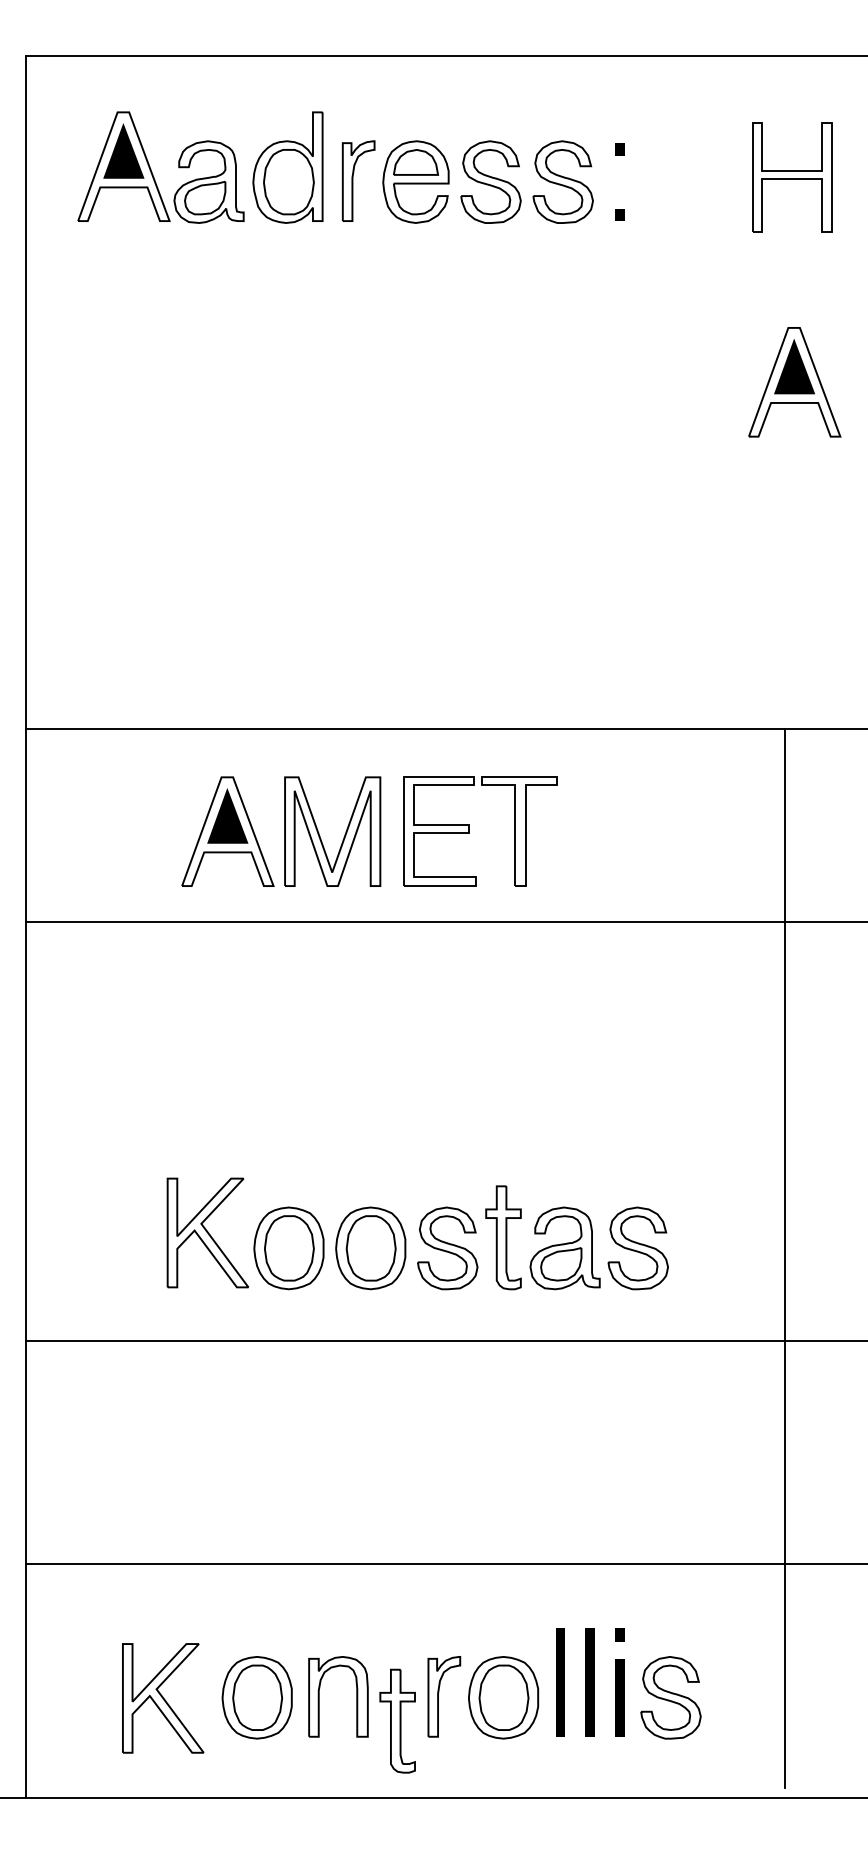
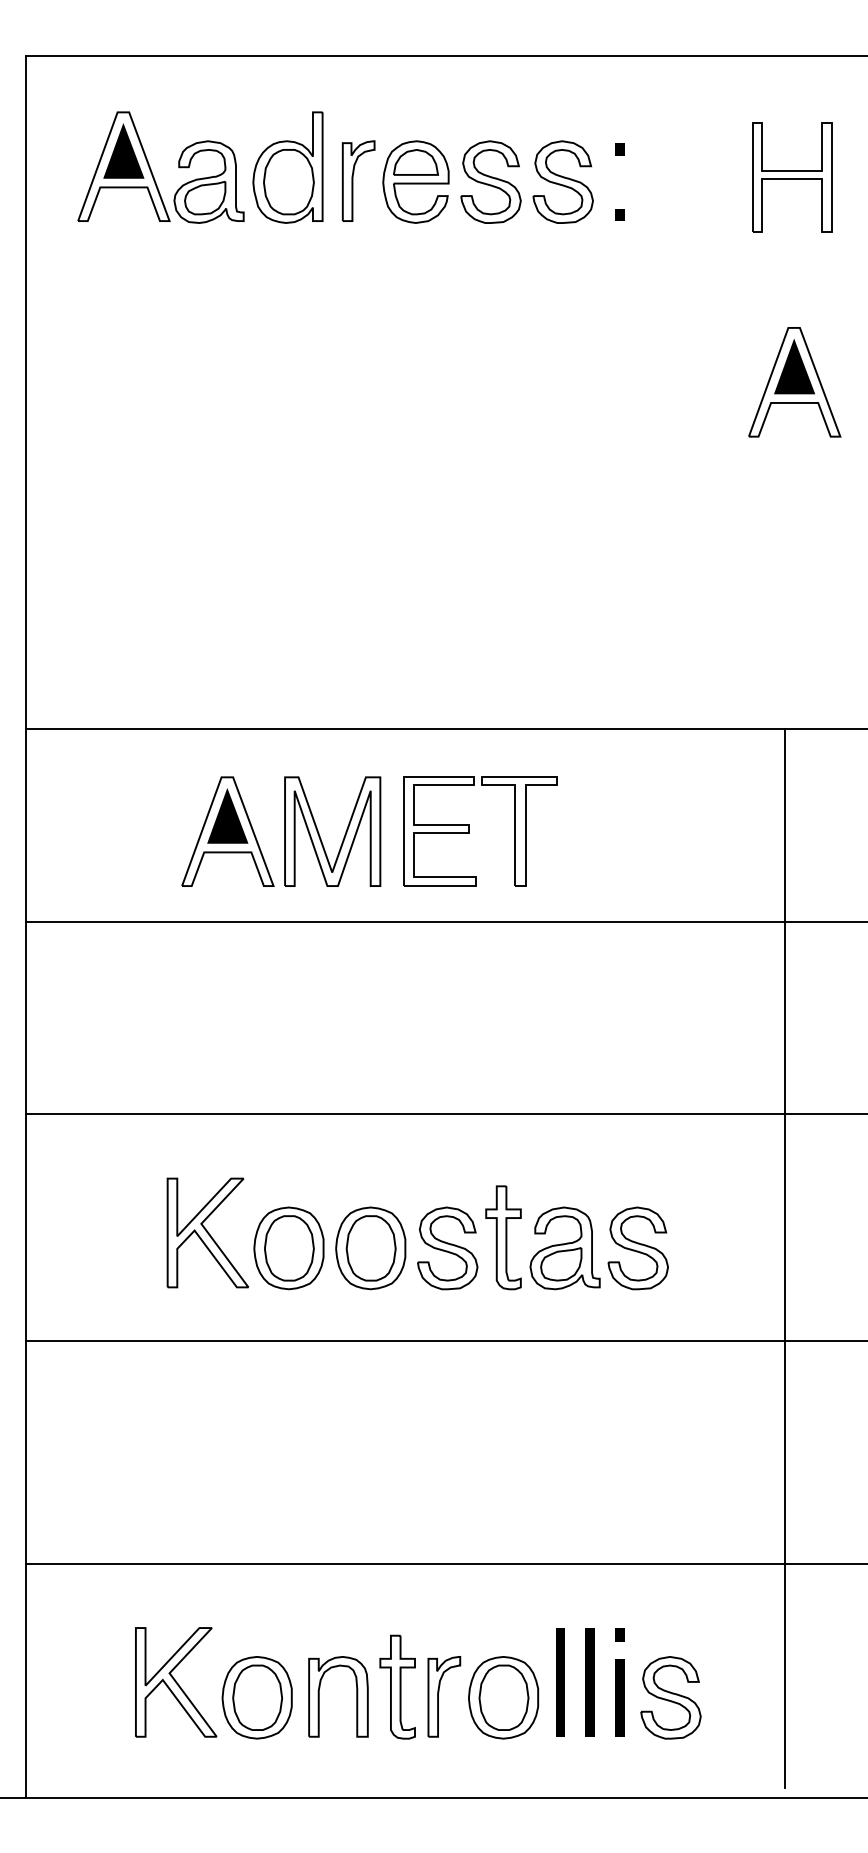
line at (445, 1114): none -> present
part at (163, 1698) position: (163, 1698) -> (176, 1682)
part at (397, 1720) position: (397, 1720) -> (397, 1686)
